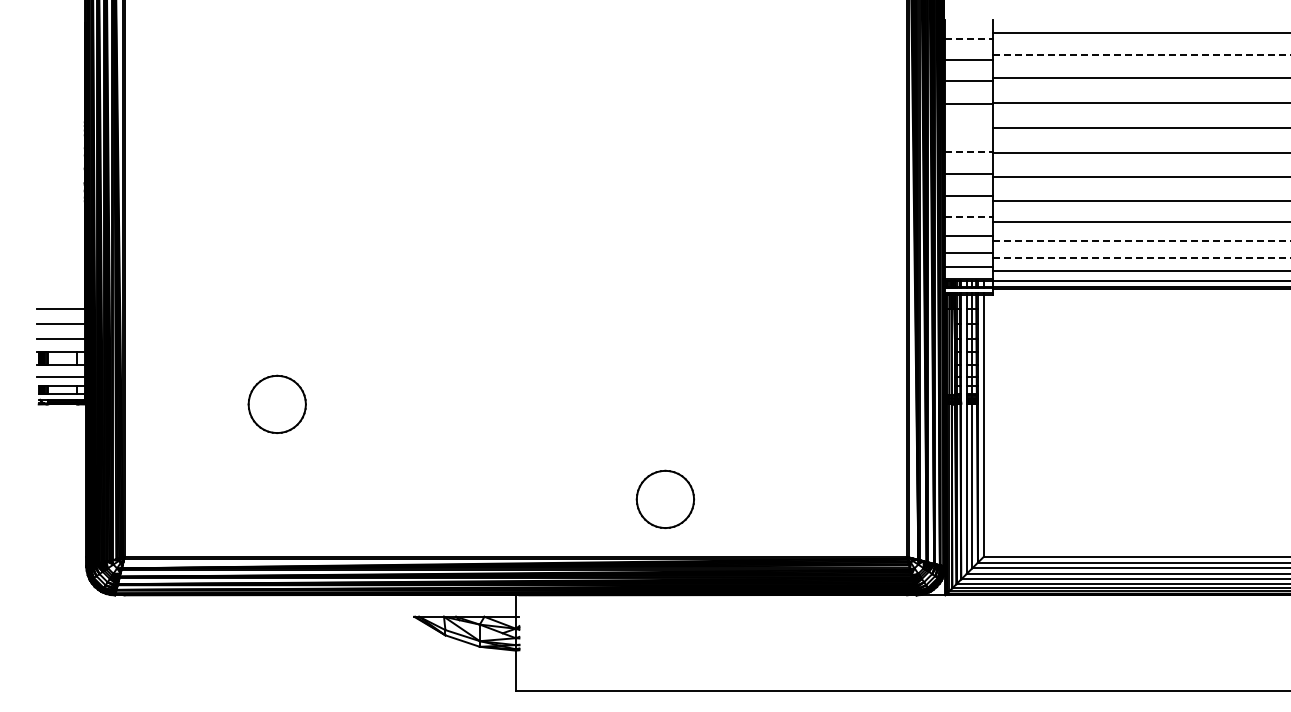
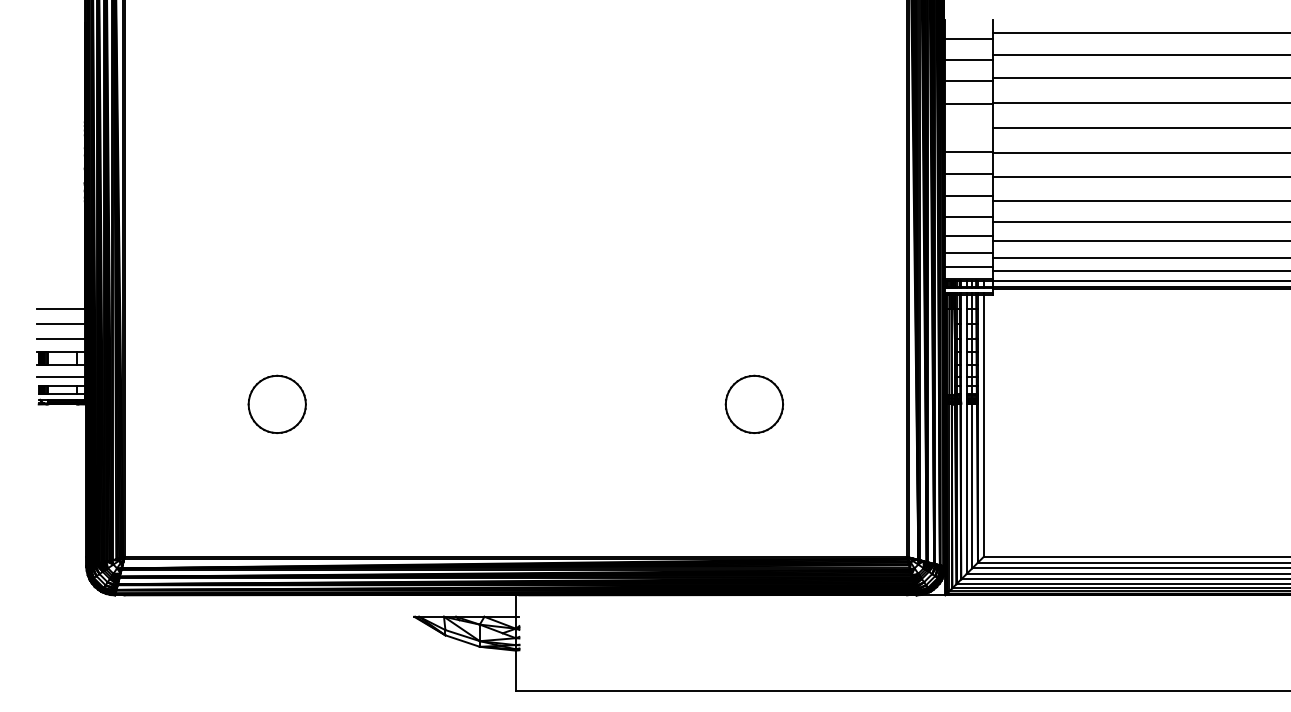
line at (969, 38): dashed -> solid
line at (1141, 54): dashed -> solid
line at (969, 151): dashed -> solid
line at (969, 216): dashed -> solid
line at (1141, 241): dashed -> solid
line at (1142, 257): dashed -> solid
part at (664, 498) position: (664, 498) -> (753, 403)
